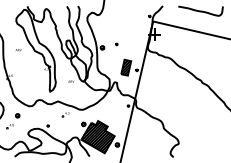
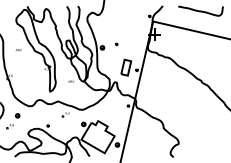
hatch at (125, 67): present -> none
hatch at (98, 136): present -> none
